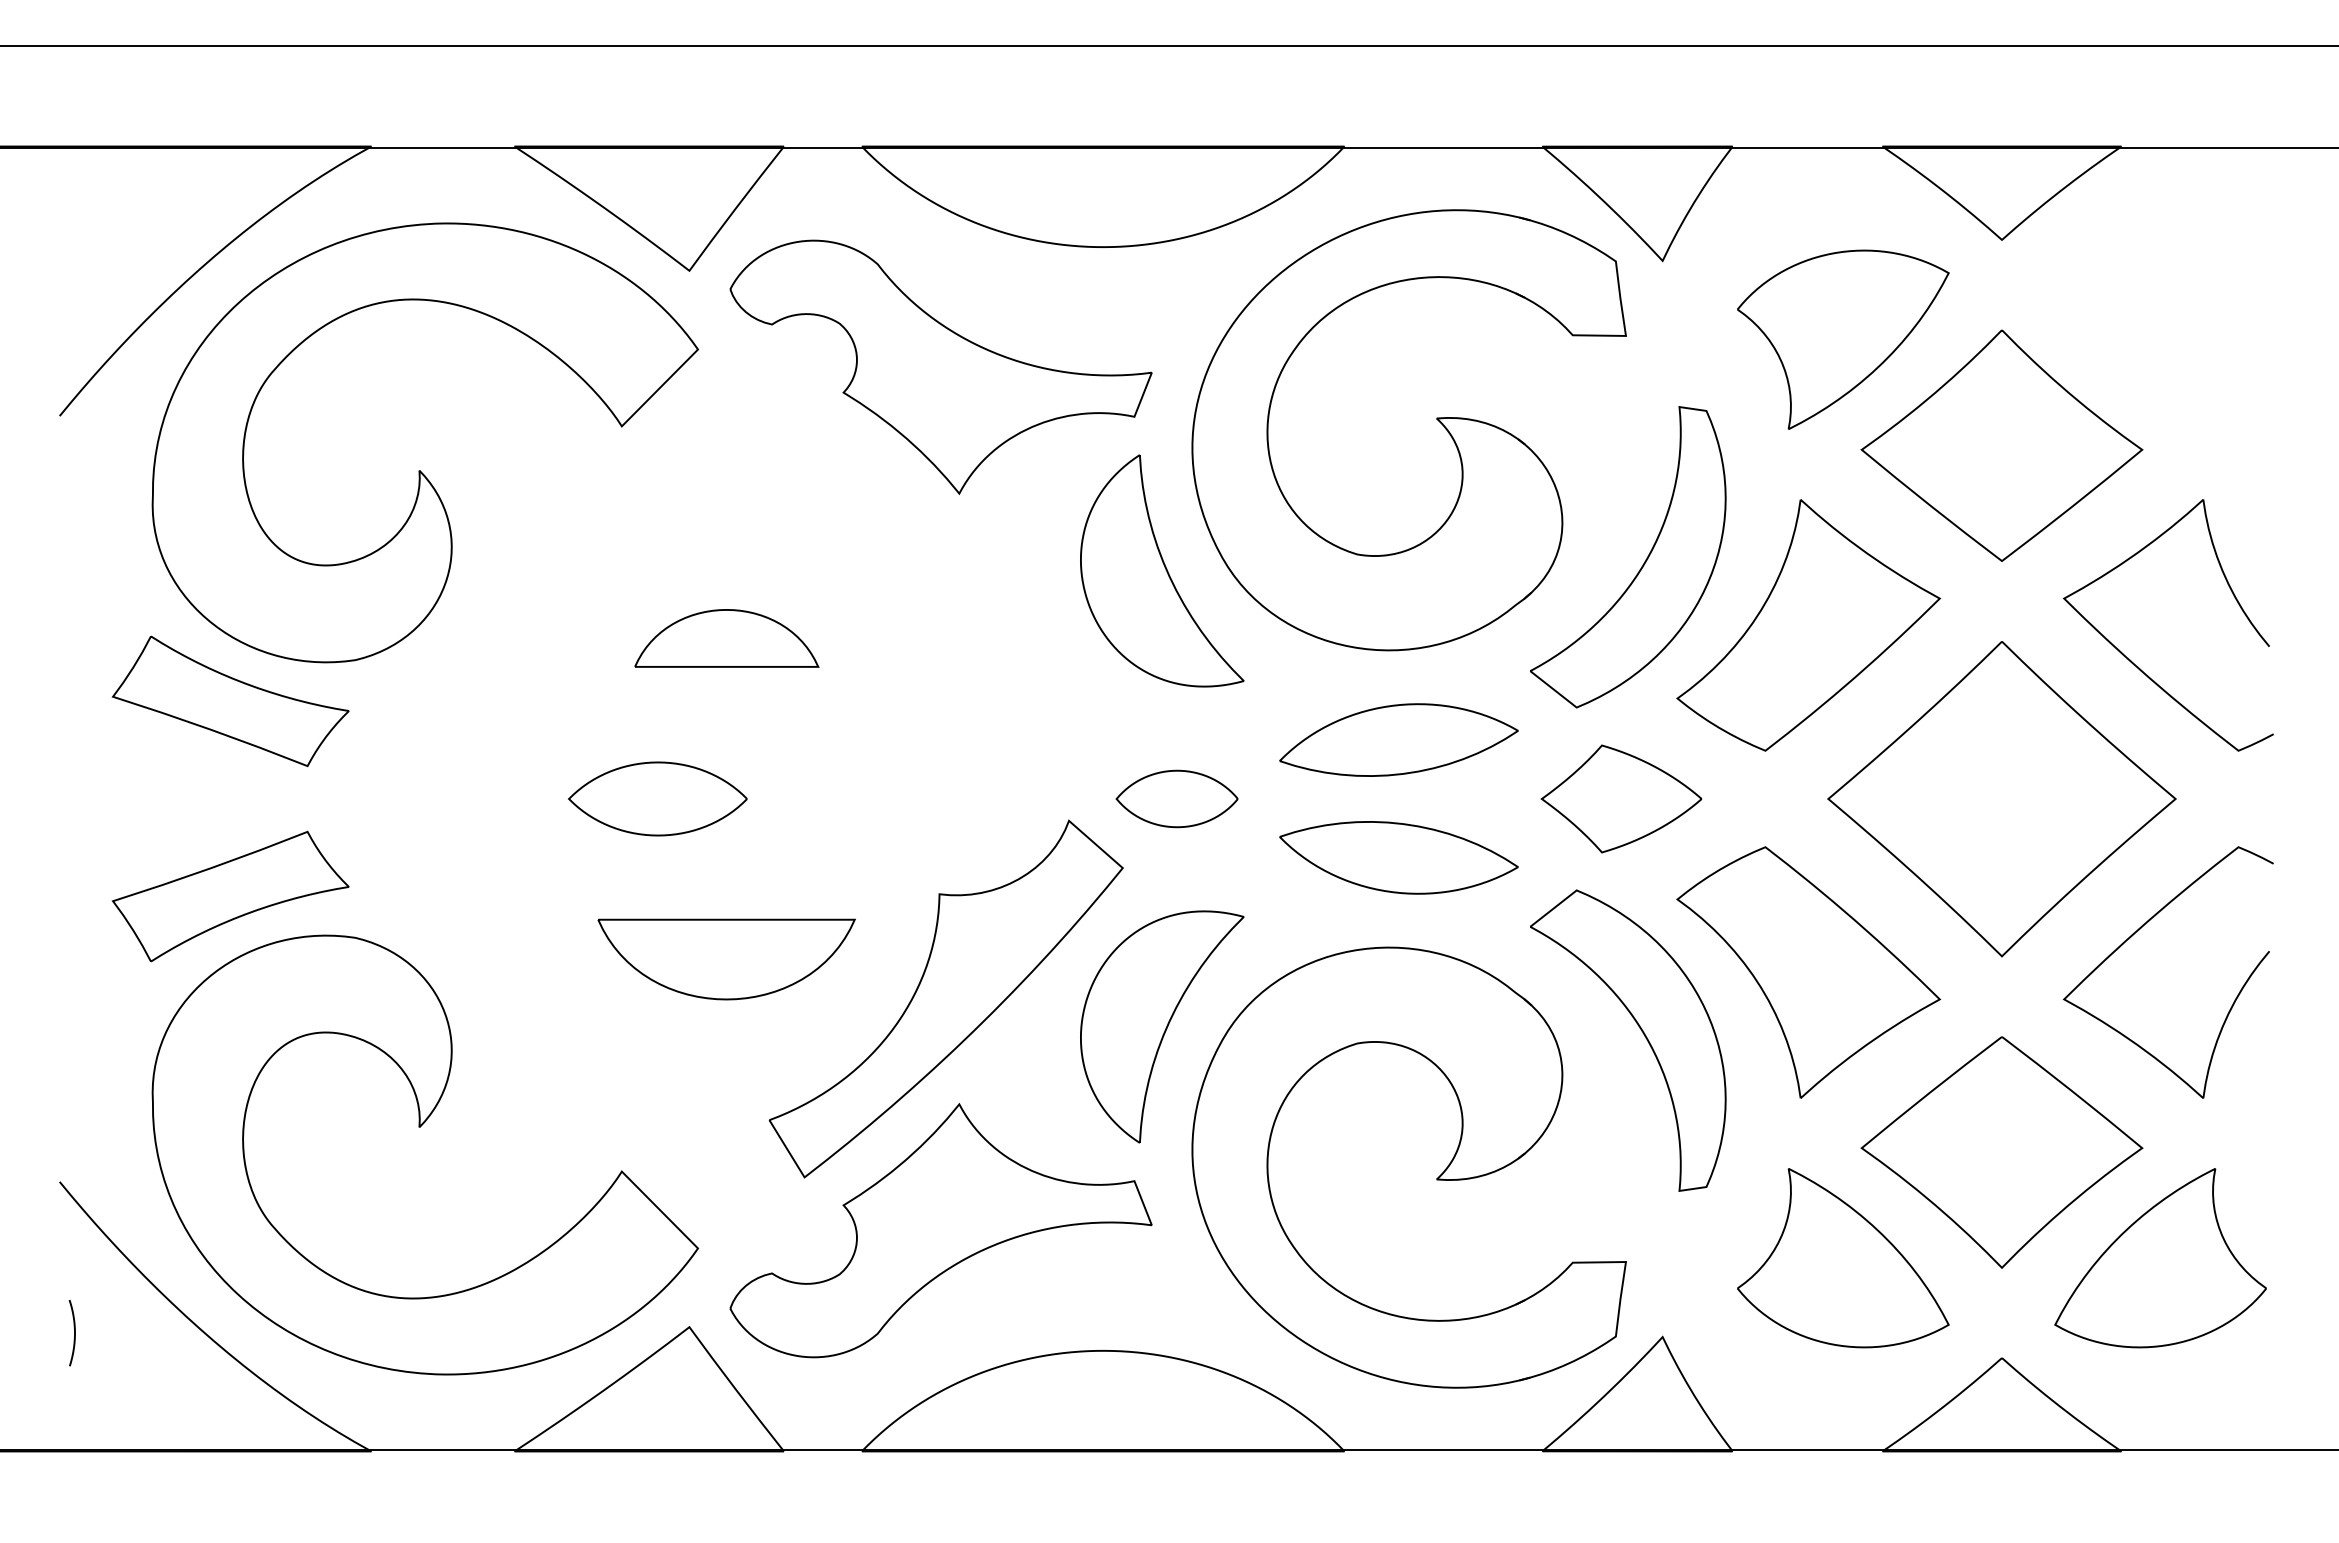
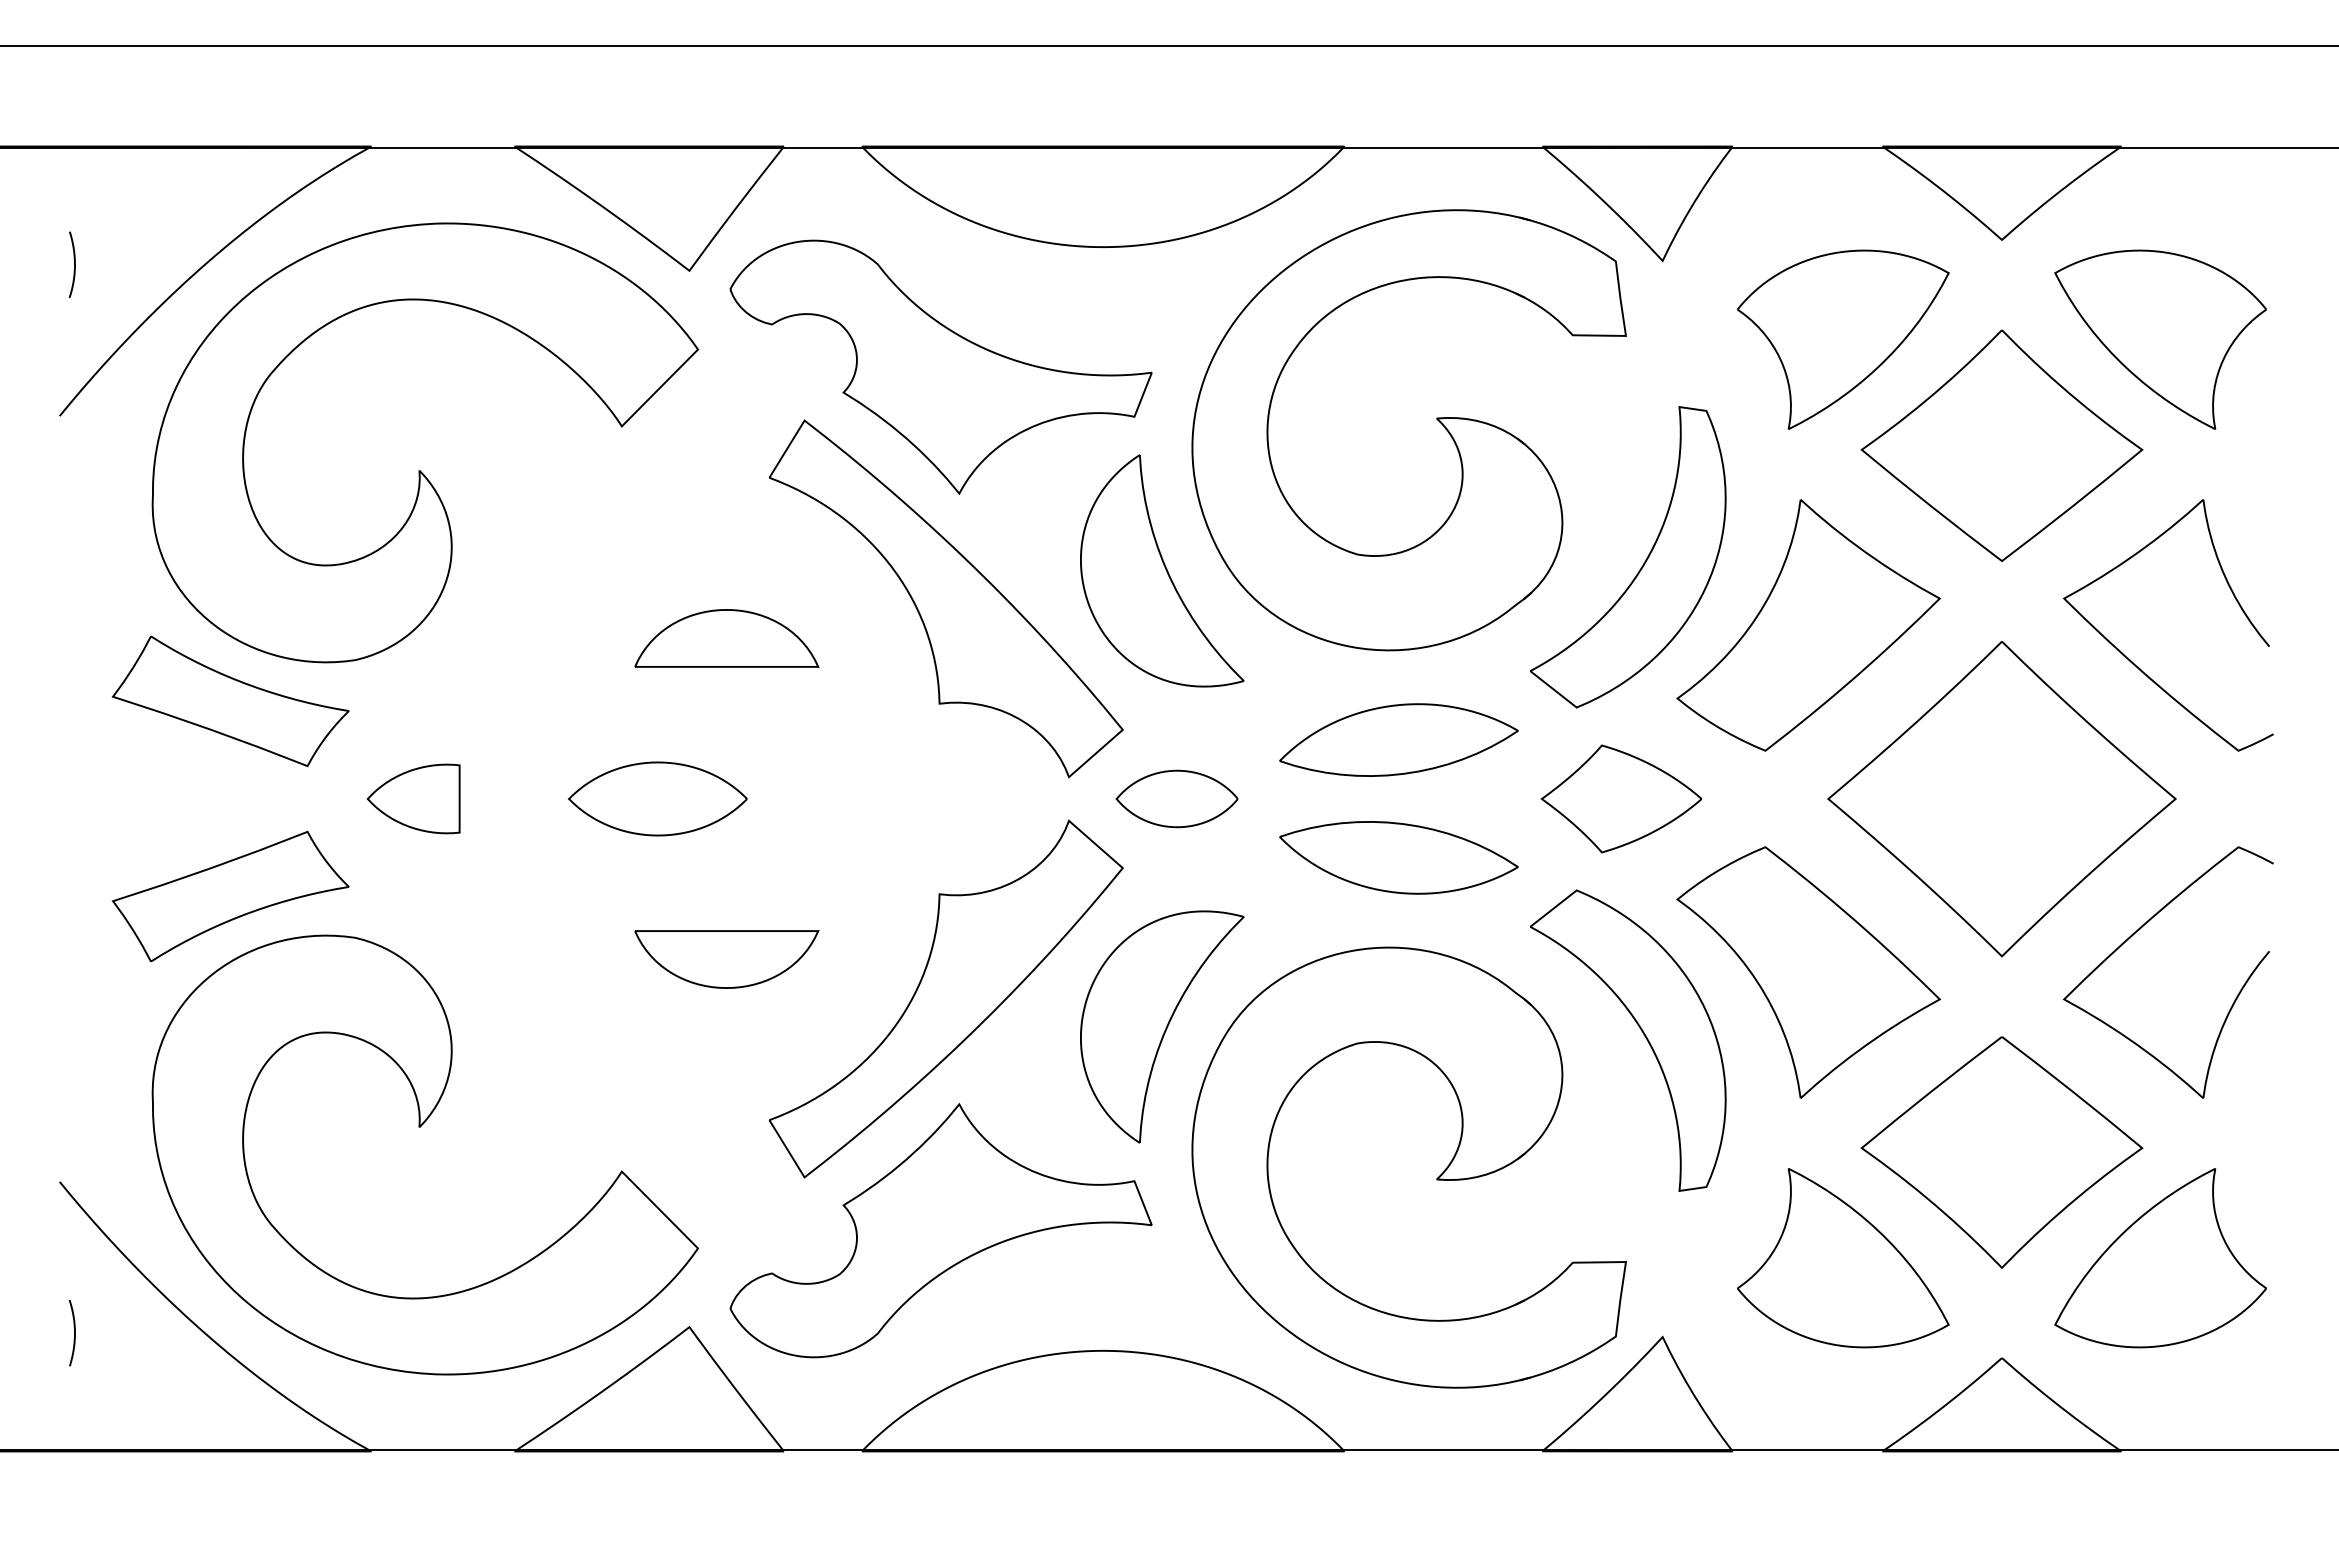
curve at (74, 264): none -> present
part at (2160, 339): none -> present
part at (945, 598): none -> present
part at (413, 798): none -> present
part at (726, 959) size: 259x83 px -> 186x59 px
